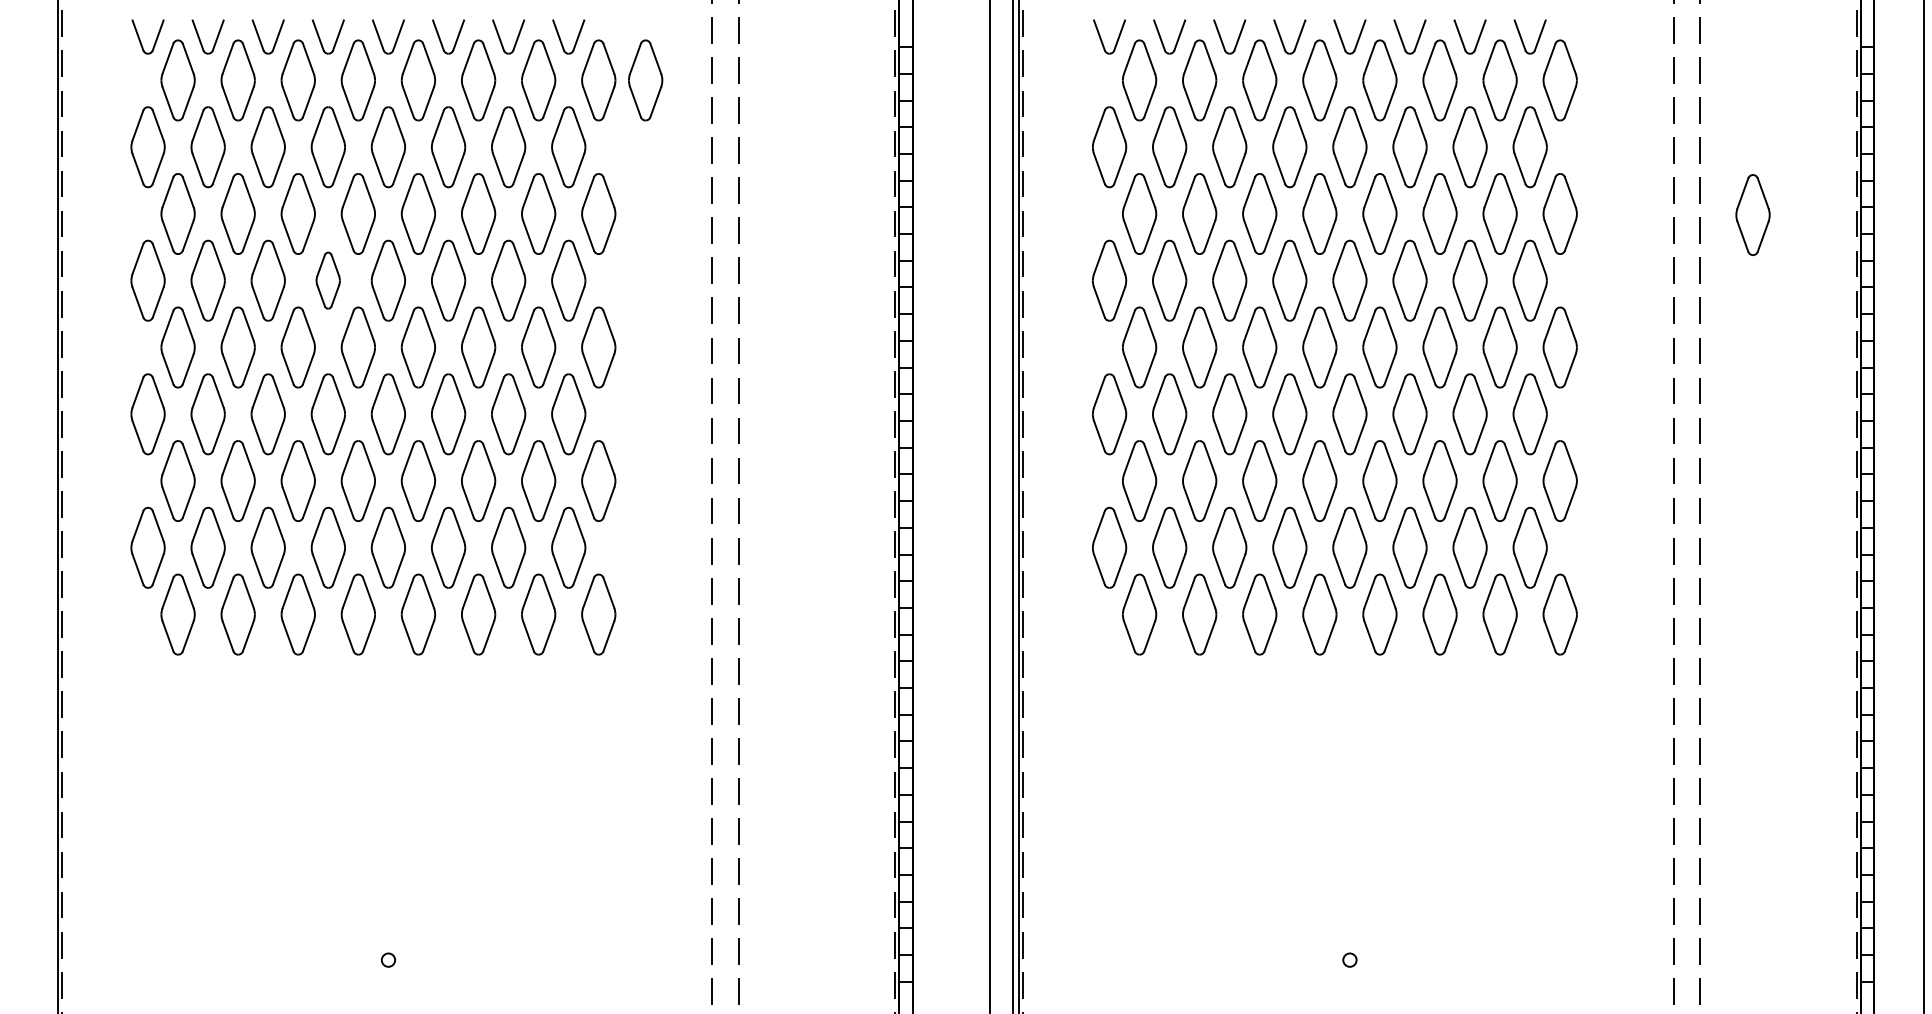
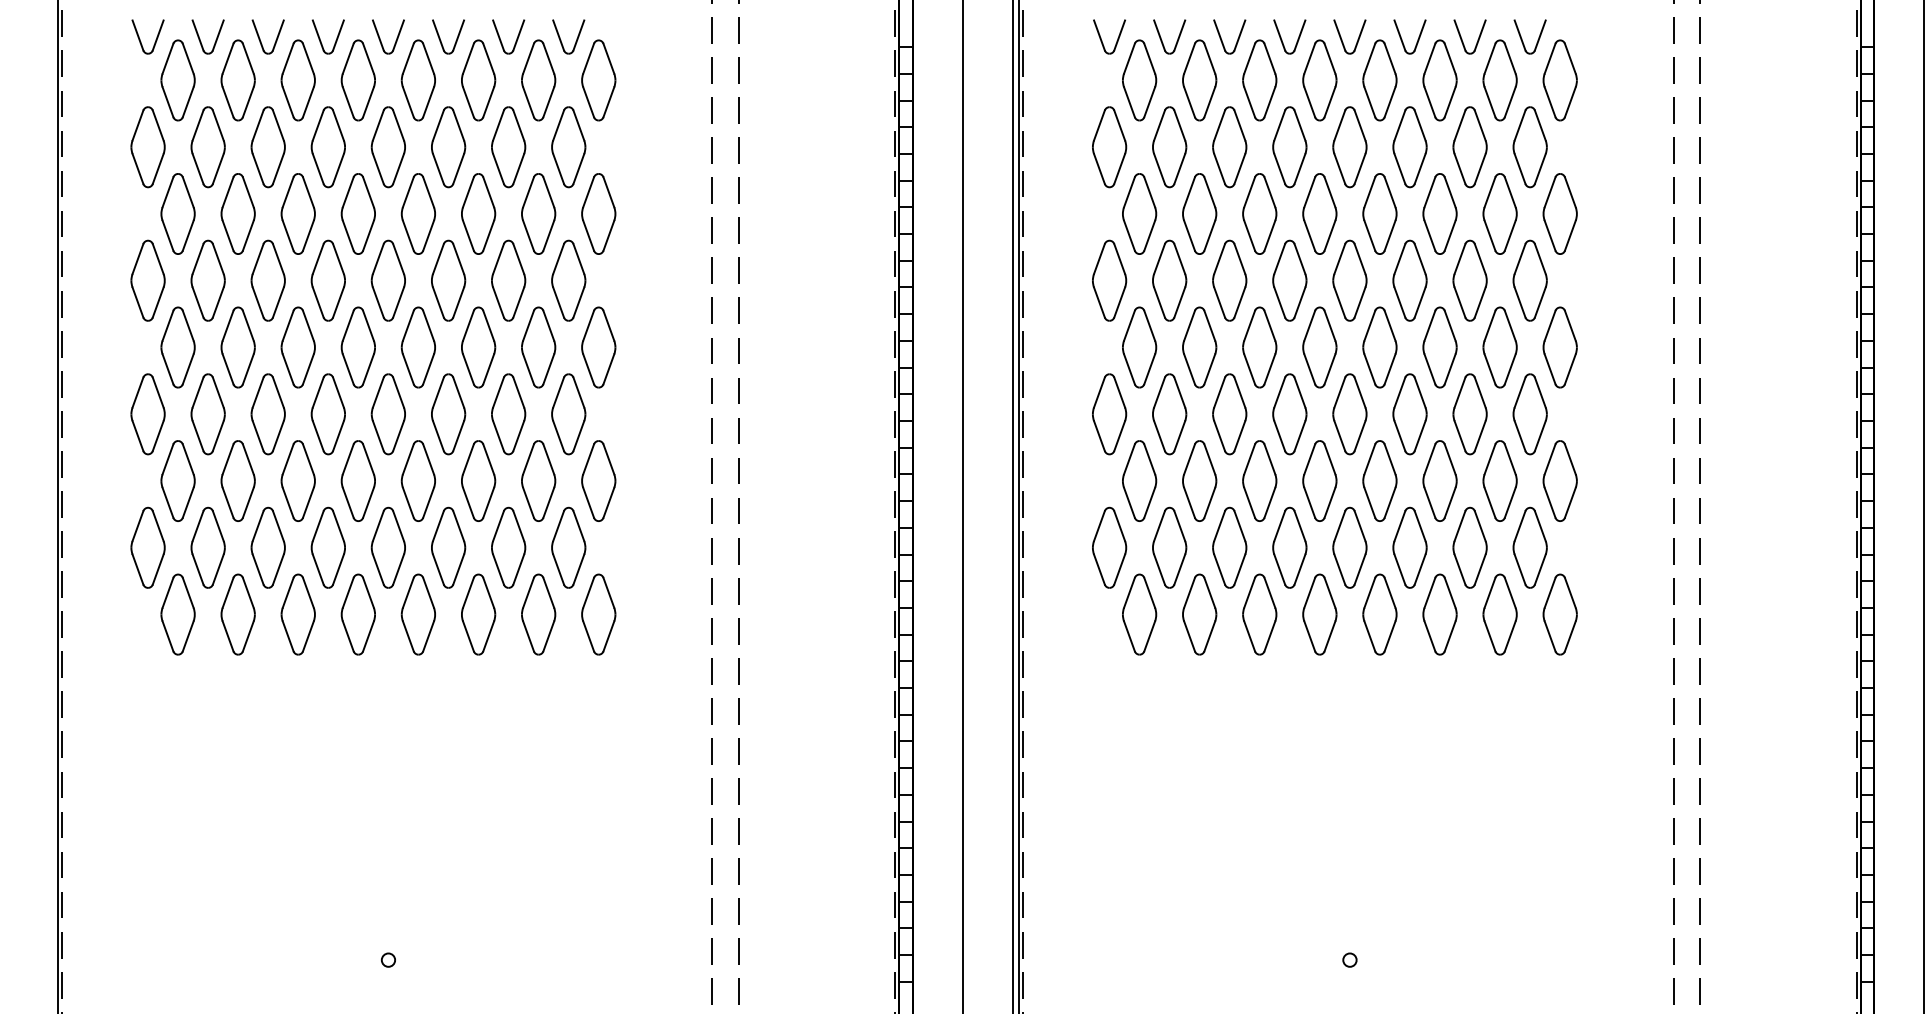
part at (645, 80): present -> none
part at (1752, 214): present -> none
part at (327, 280) size: 26x59 px -> 36x83 px
line at (989, 506) position: (989, 506) -> (962, 506)
